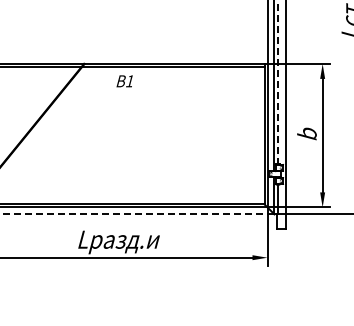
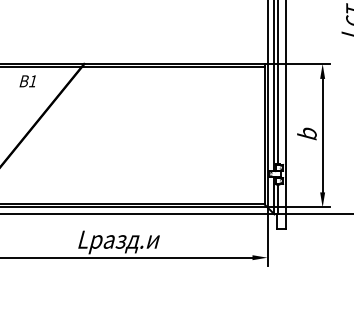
text at (124, 81) position: (124, 81) -> (27, 81)
line at (278, 82): dashed -> solid
line at (137, 214): dashed -> solid
